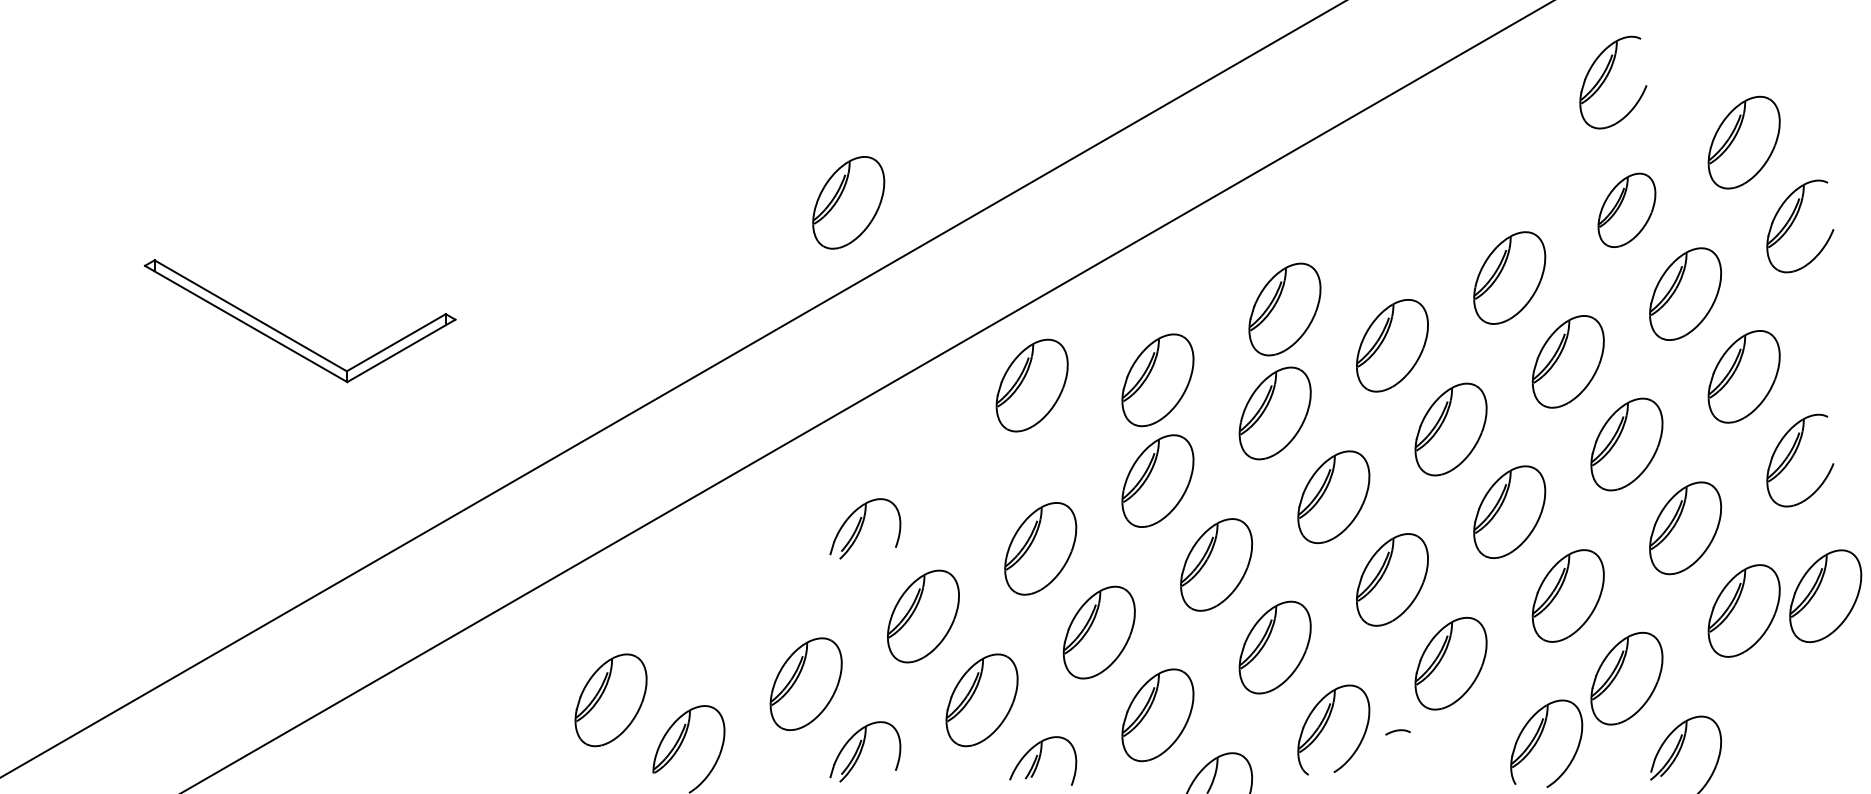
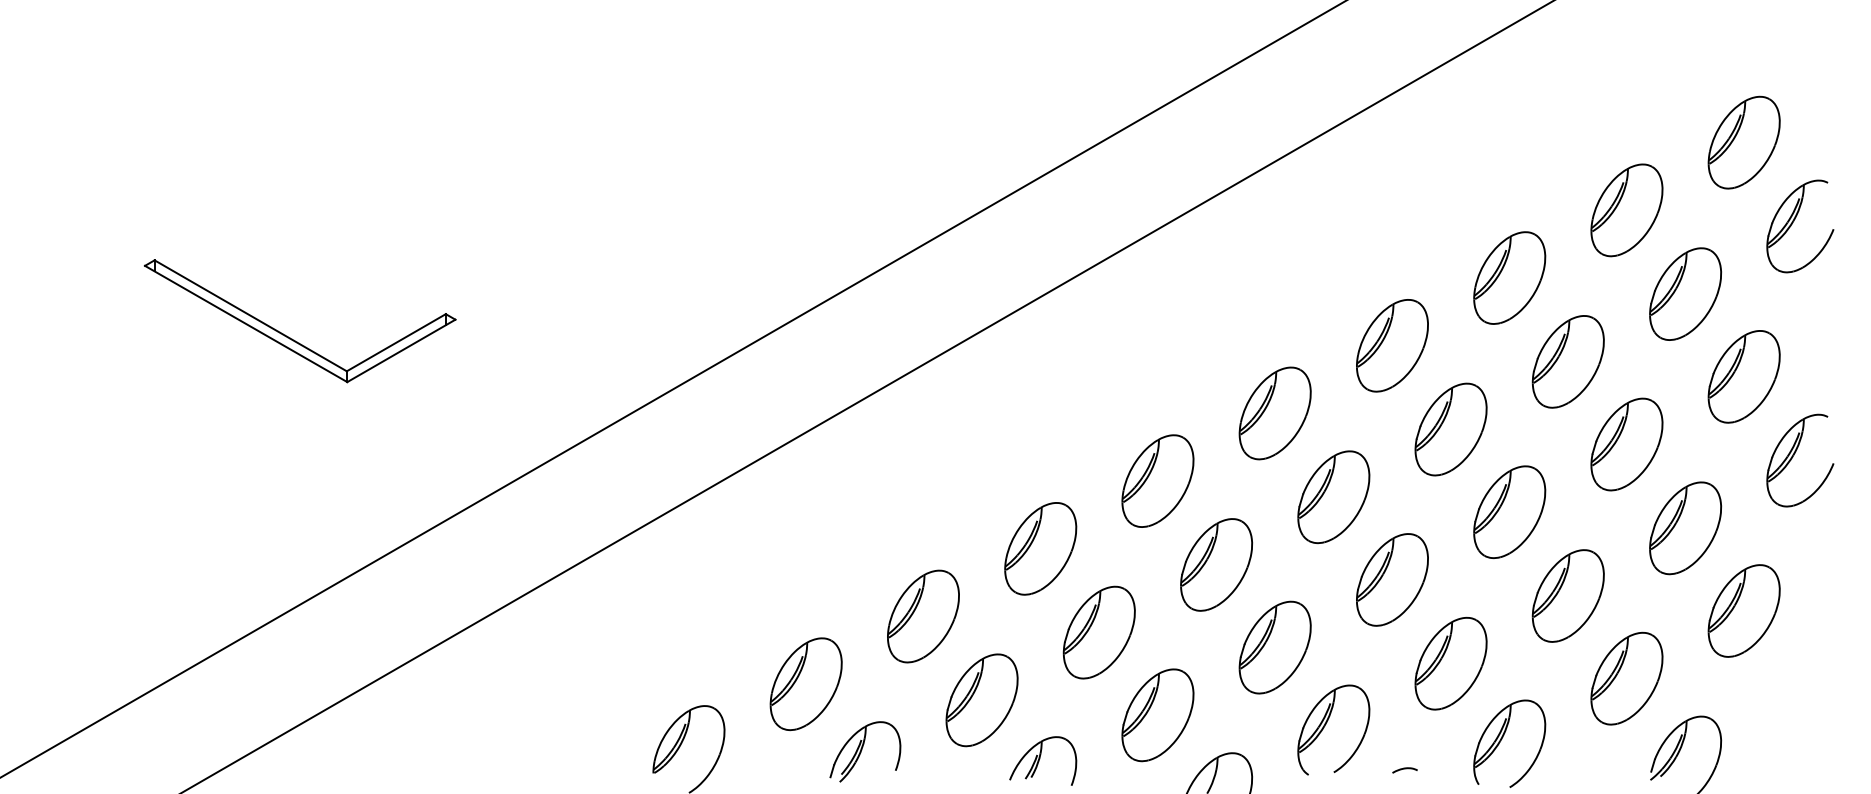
part at (1606, 79): present -> none
part at (848, 202): present -> none
part at (1626, 209) size: 60x76 px -> 74x95 px
part at (1284, 309): present -> none
part at (1157, 380): present -> none
part at (1031, 385): present -> none
part at (865, 528): present -> none
part at (1825, 595): present -> none
part at (610, 700): present -> none
curve at (1397, 731) position: (1397, 731) -> (1404, 769)
part at (1539, 739) position: (1539, 739) -> (1502, 739)
